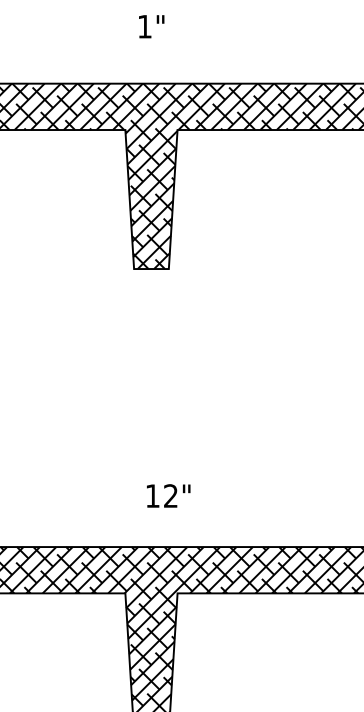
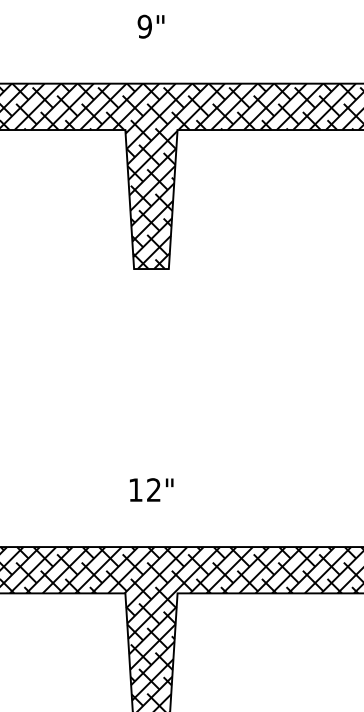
text at (144, 26): 1" -> 9"
text at (168, 495) position: (168, 495) -> (151, 489)
